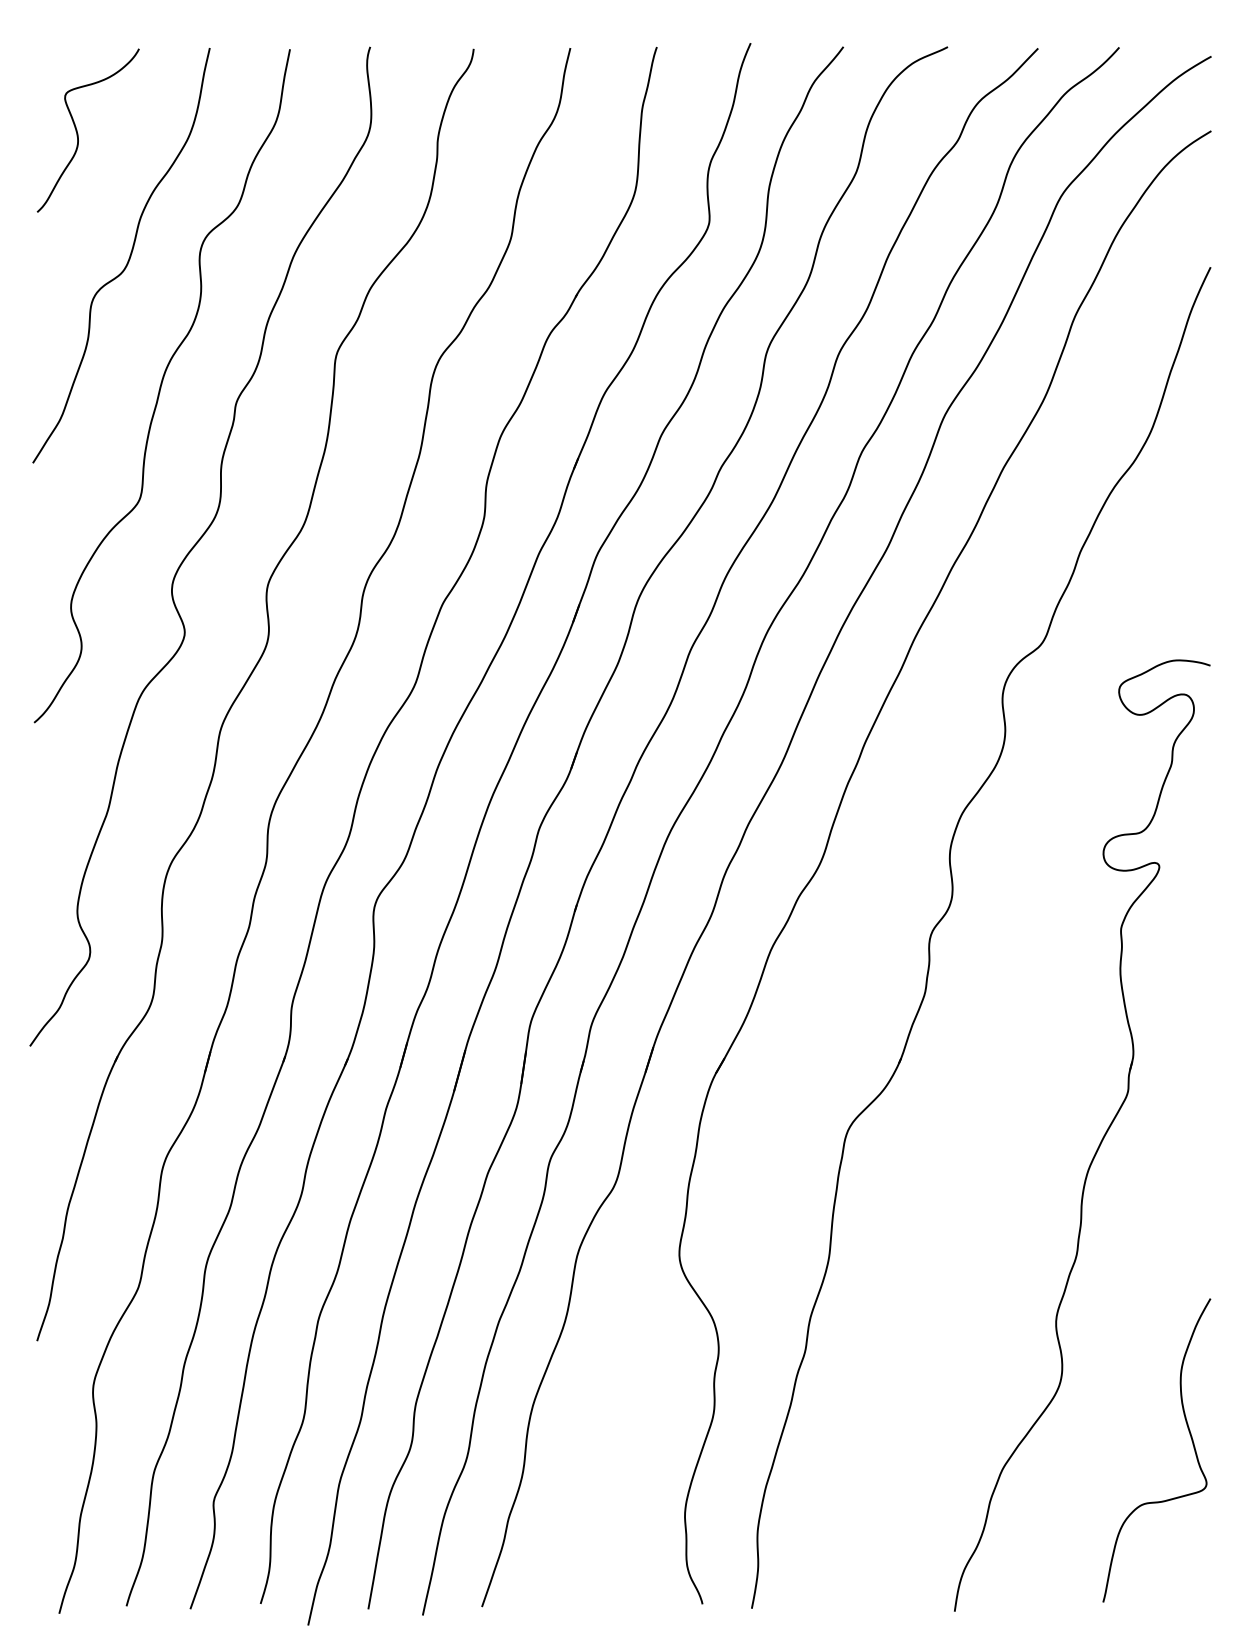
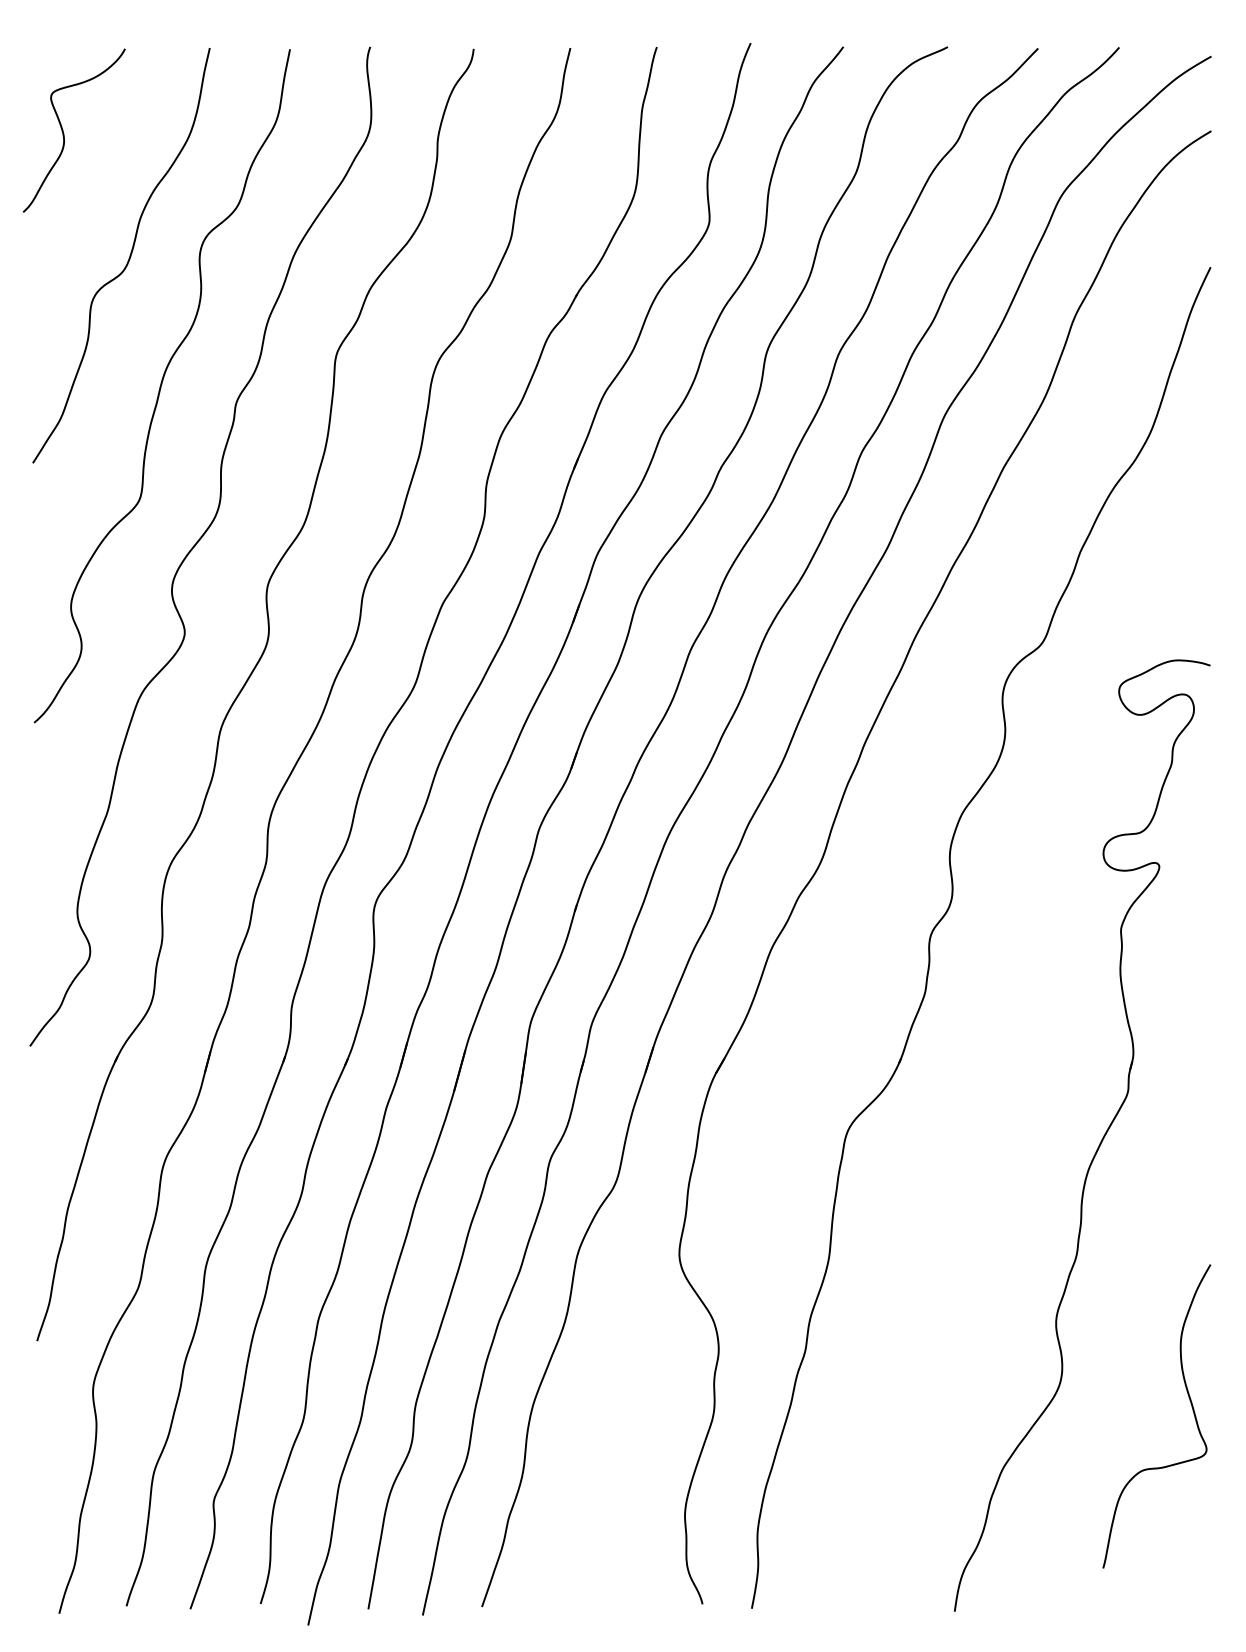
curve at (78, 133) position: (78, 133) -> (64, 133)
curve at (1191, 1441) position: (1191, 1441) -> (1191, 1407)
